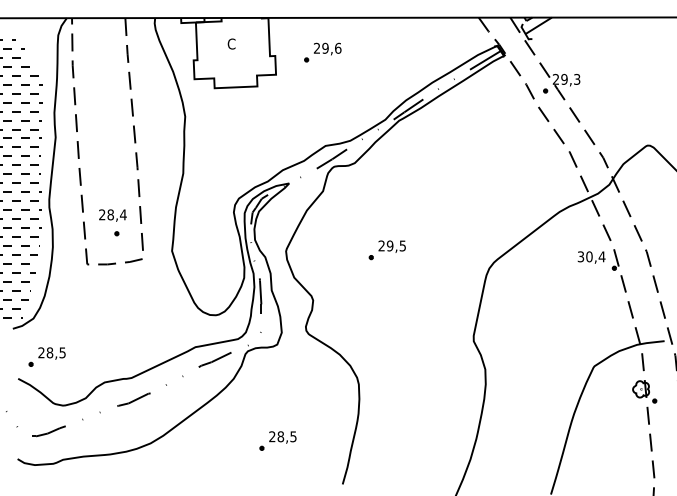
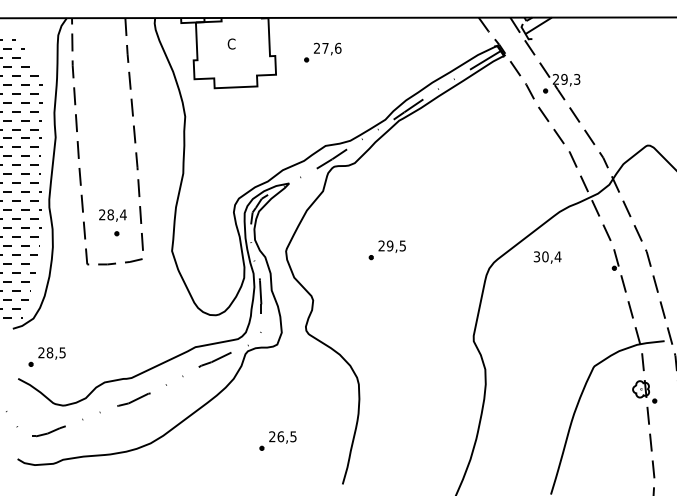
text at (325, 47): 29,6 -> 27,6
text at (591, 257) position: (591, 257) -> (547, 257)
text at (280, 436): 28,5 -> 26,5
